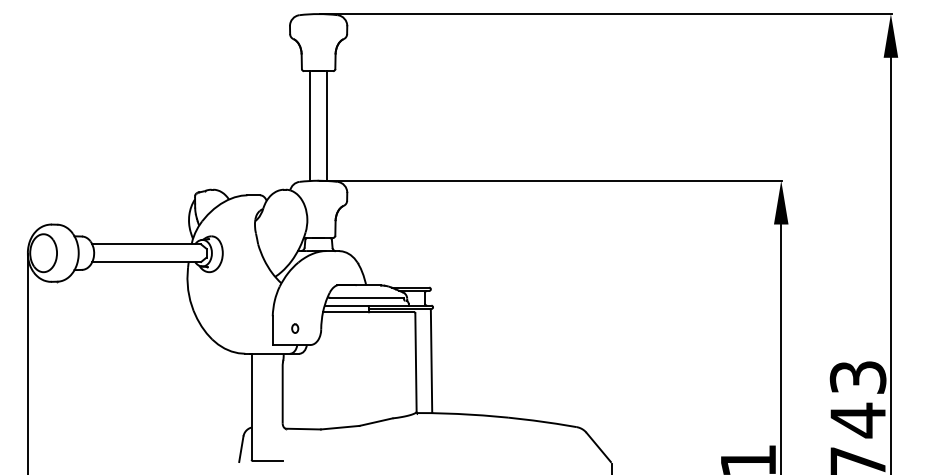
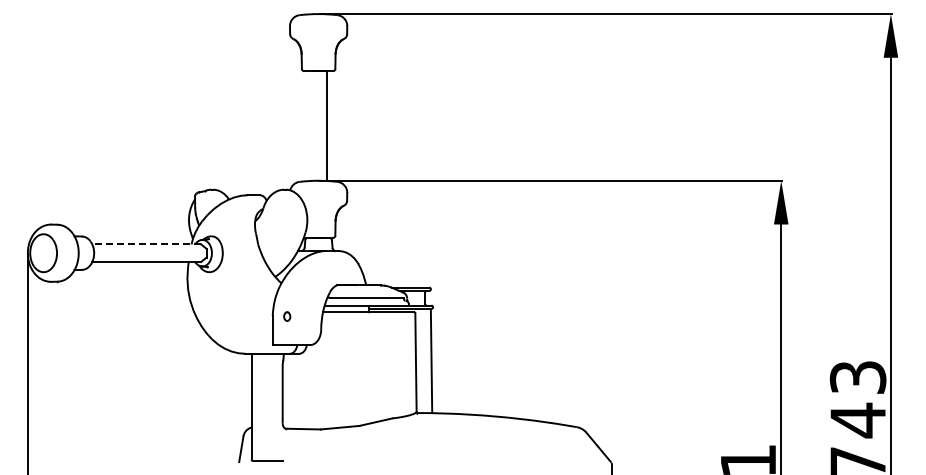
line at (310, 126): present -> none
line at (146, 244): solid -> dashed
part at (295, 328) position: (295, 328) -> (287, 316)
